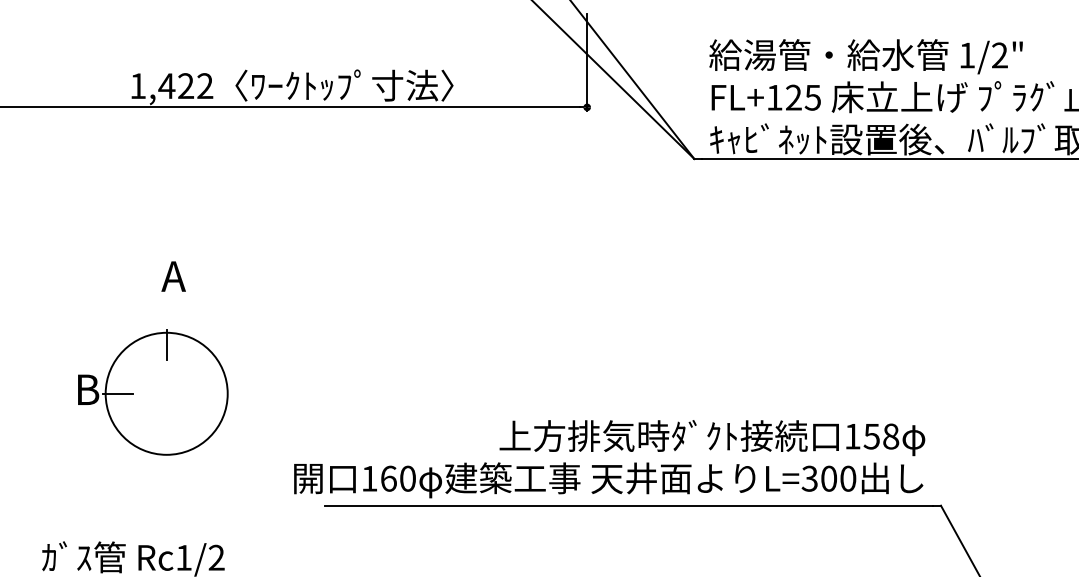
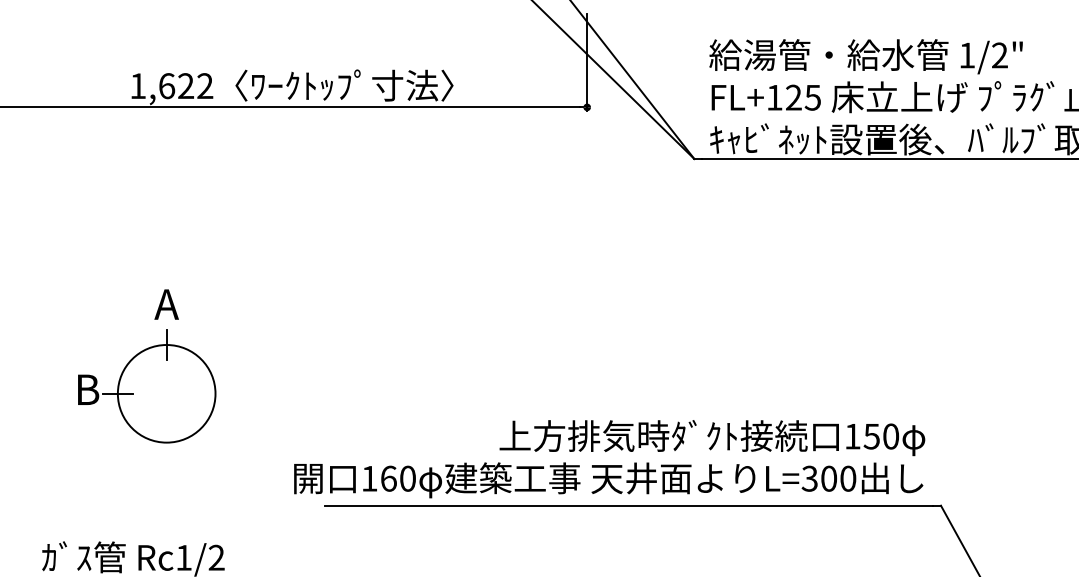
text at (166, 86): 1,422 -> 1,622
text at (173, 276) position: (173, 276) -> (166, 304)
circle at (166, 393) diameter: 122 px -> 98 px
text at (891, 436): 158 -> 150
